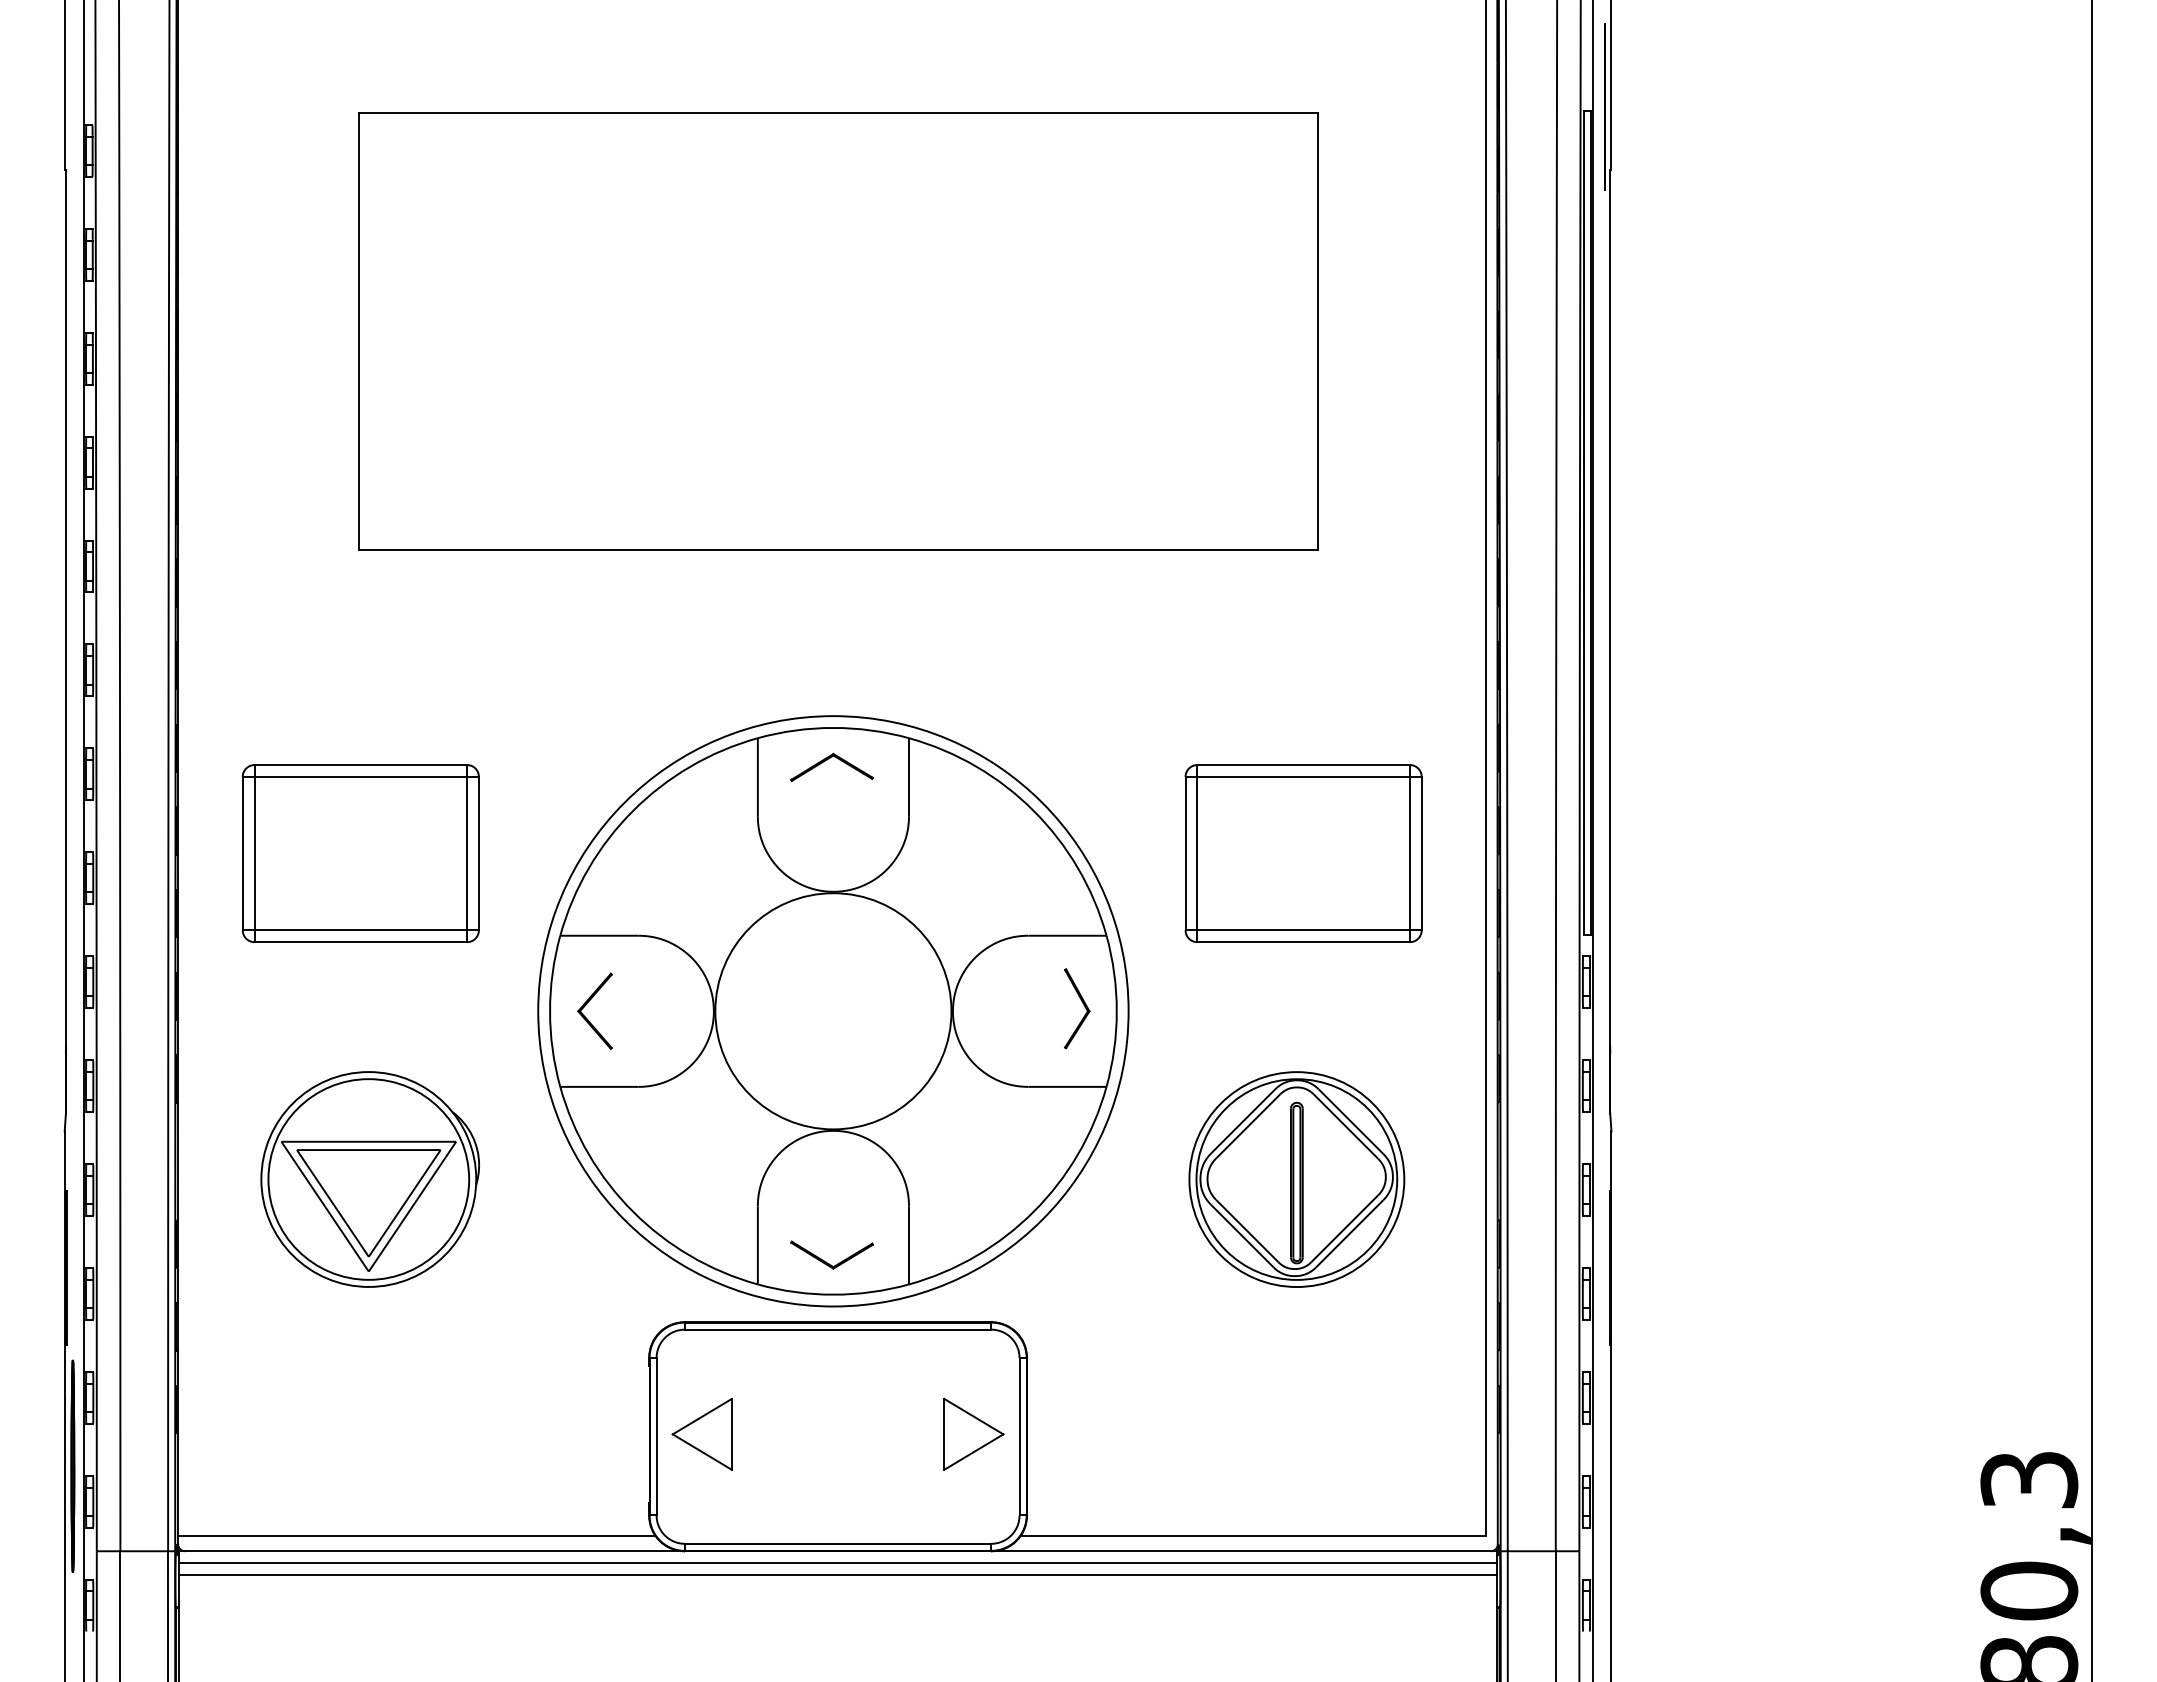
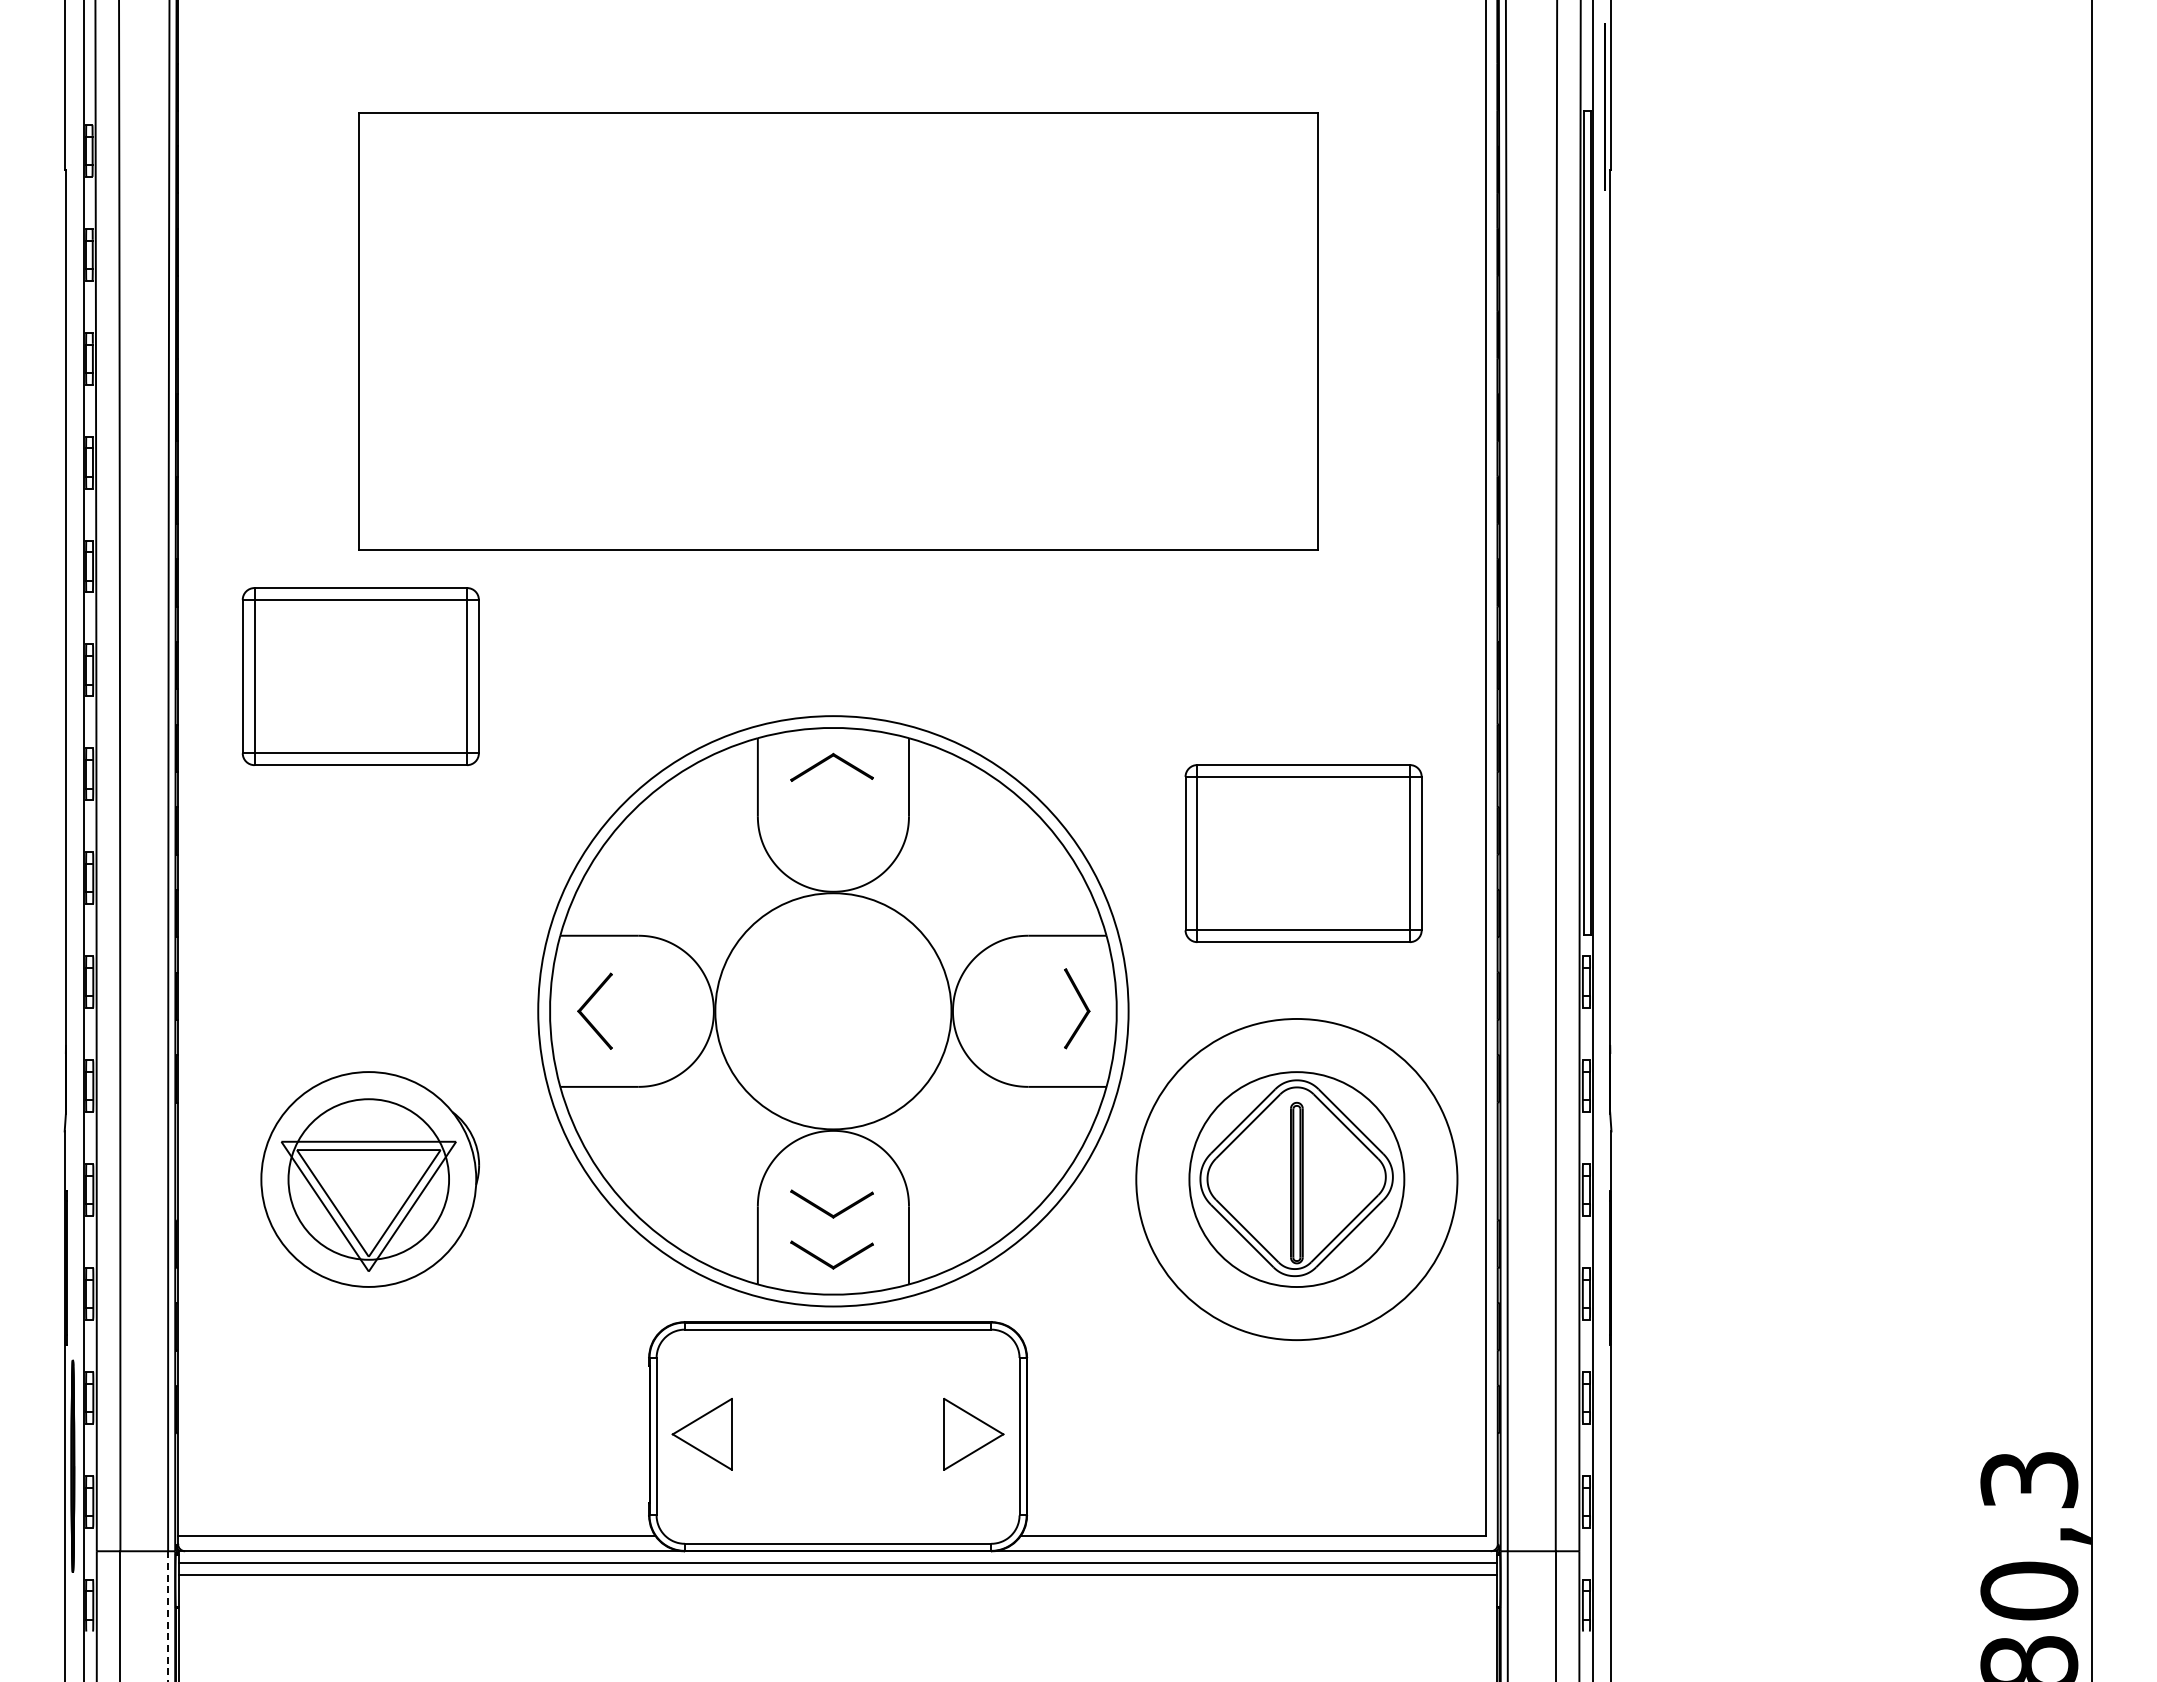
part at (360, 853) position: (360, 853) -> (360, 676)
circle at (368, 1179) diameter: 201 px -> 161 px
circle at (1296, 1179) diameter: 201 px -> 321 px
part at (826, 1210): none -> present
line at (168, 1616): solid -> dashed
